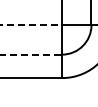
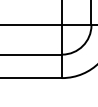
line at (31, 25): dashed -> solid
line at (31, 54): dashed -> solid
